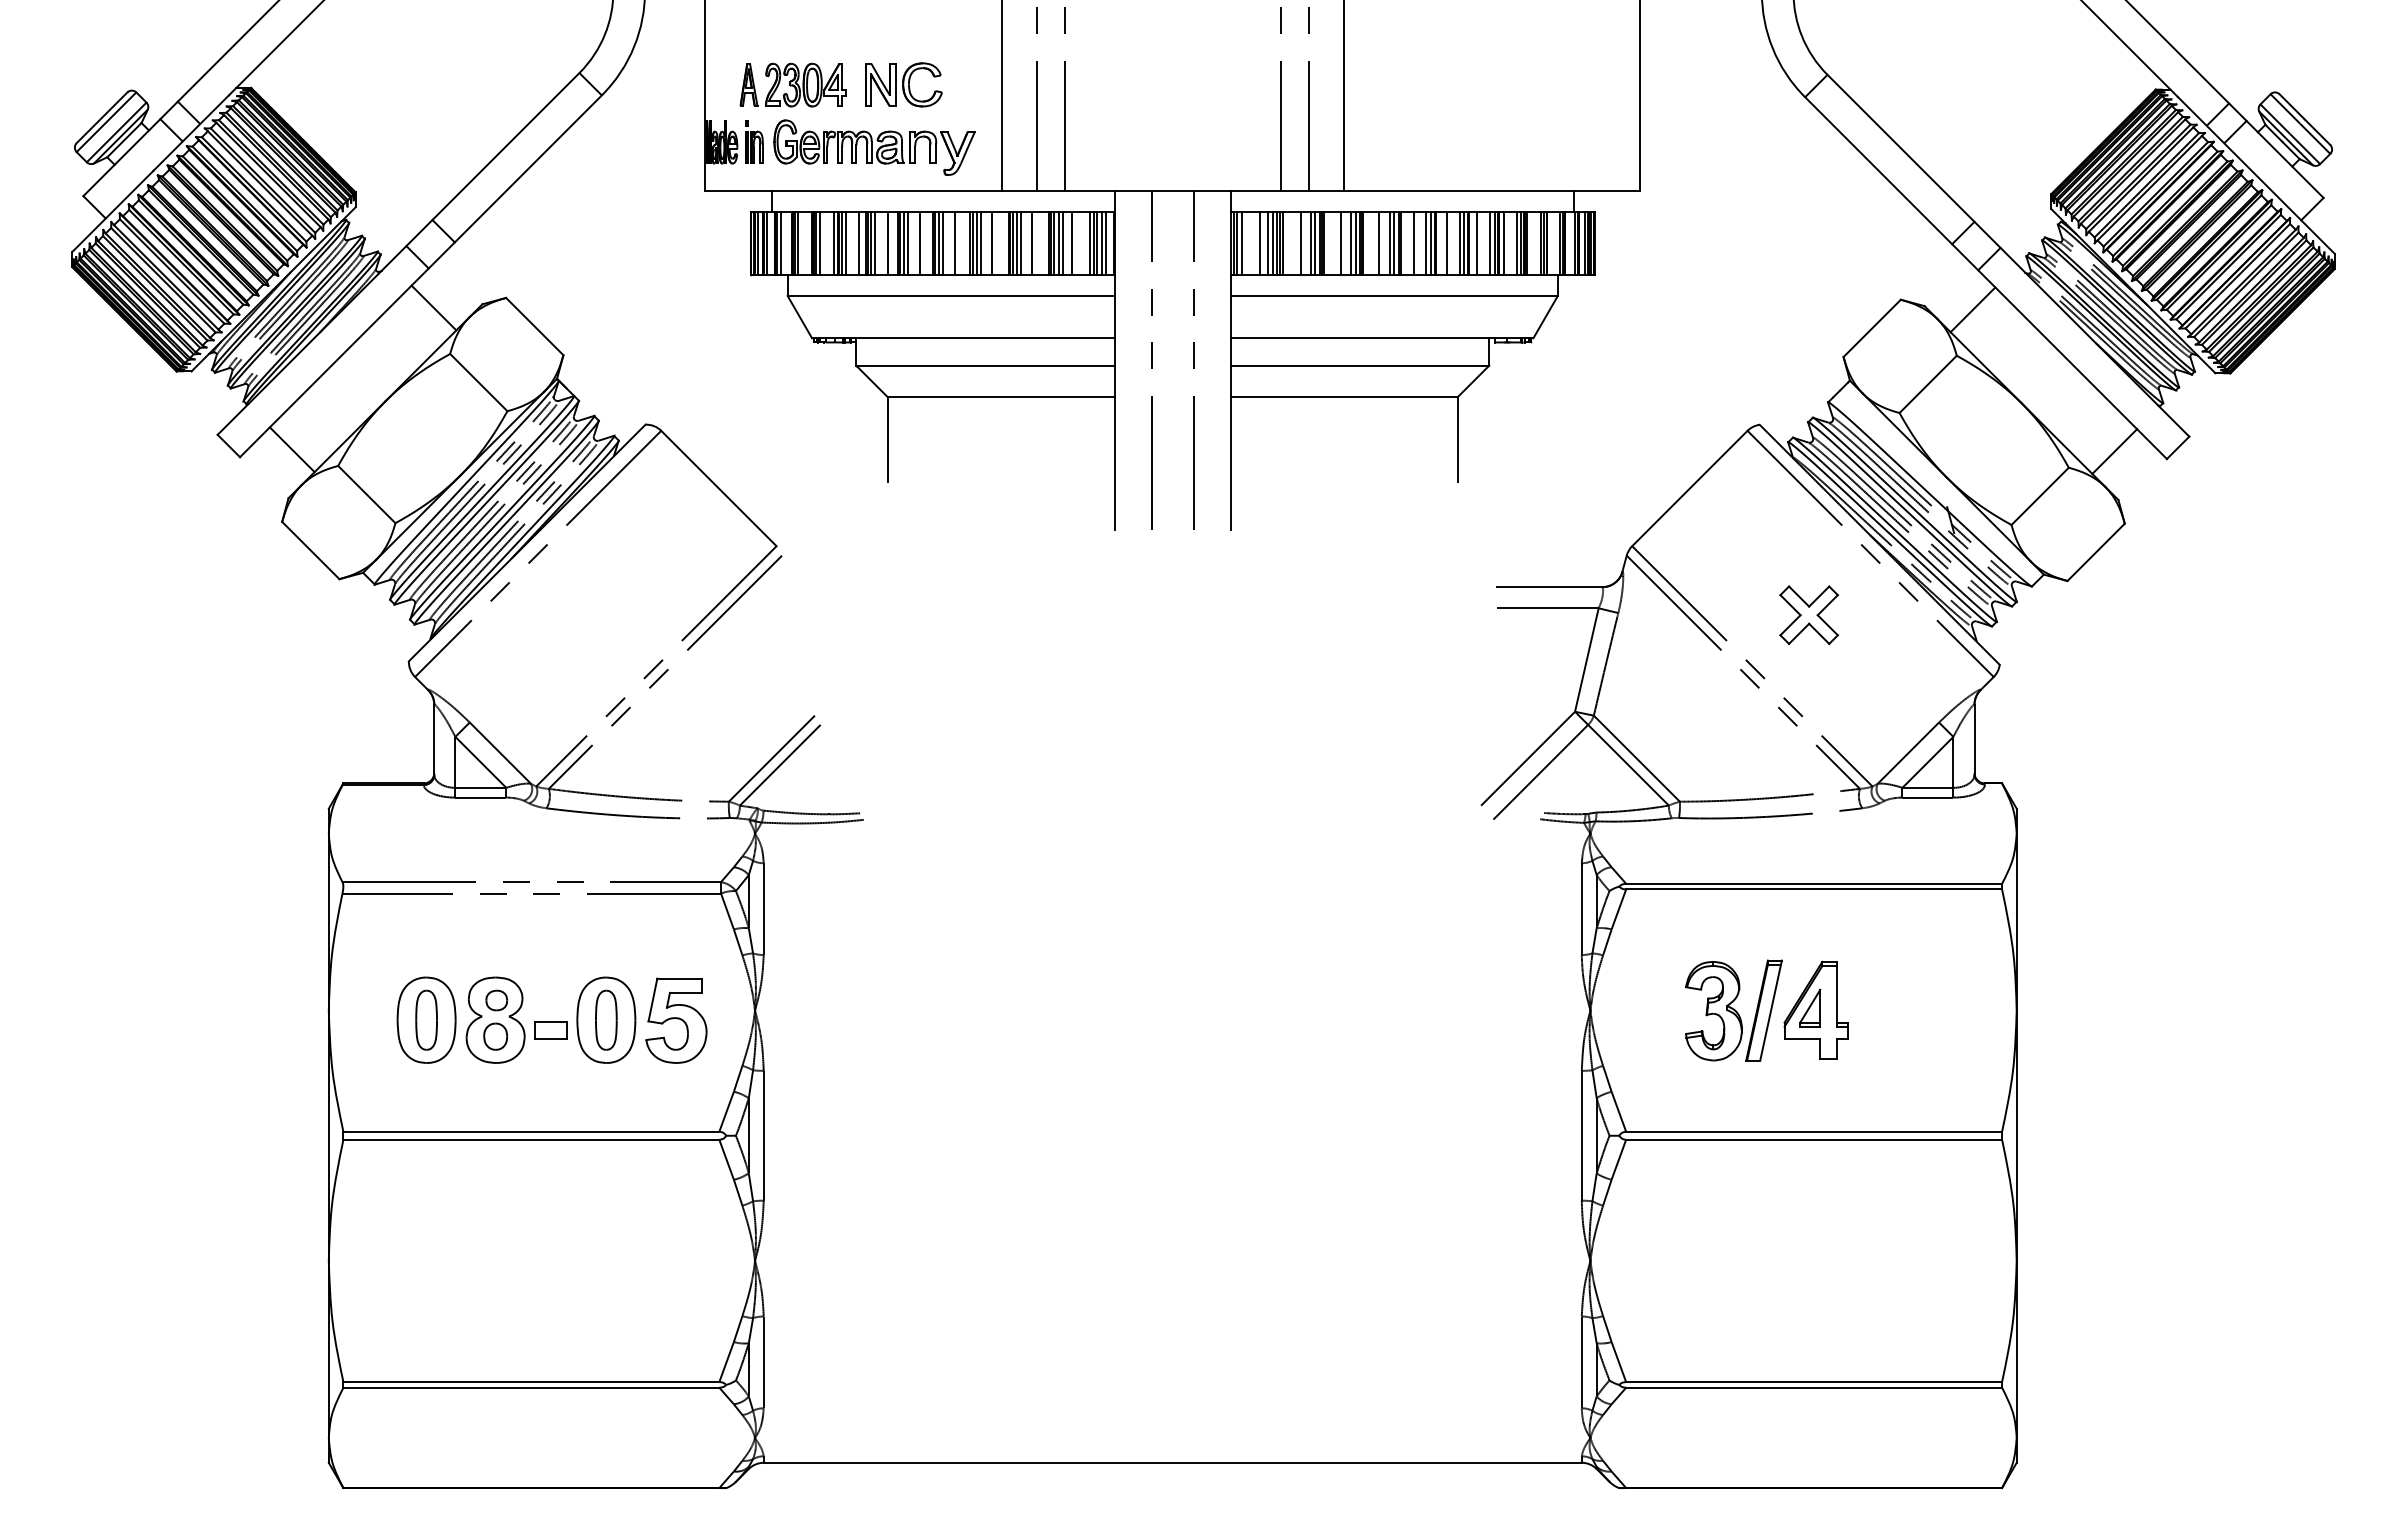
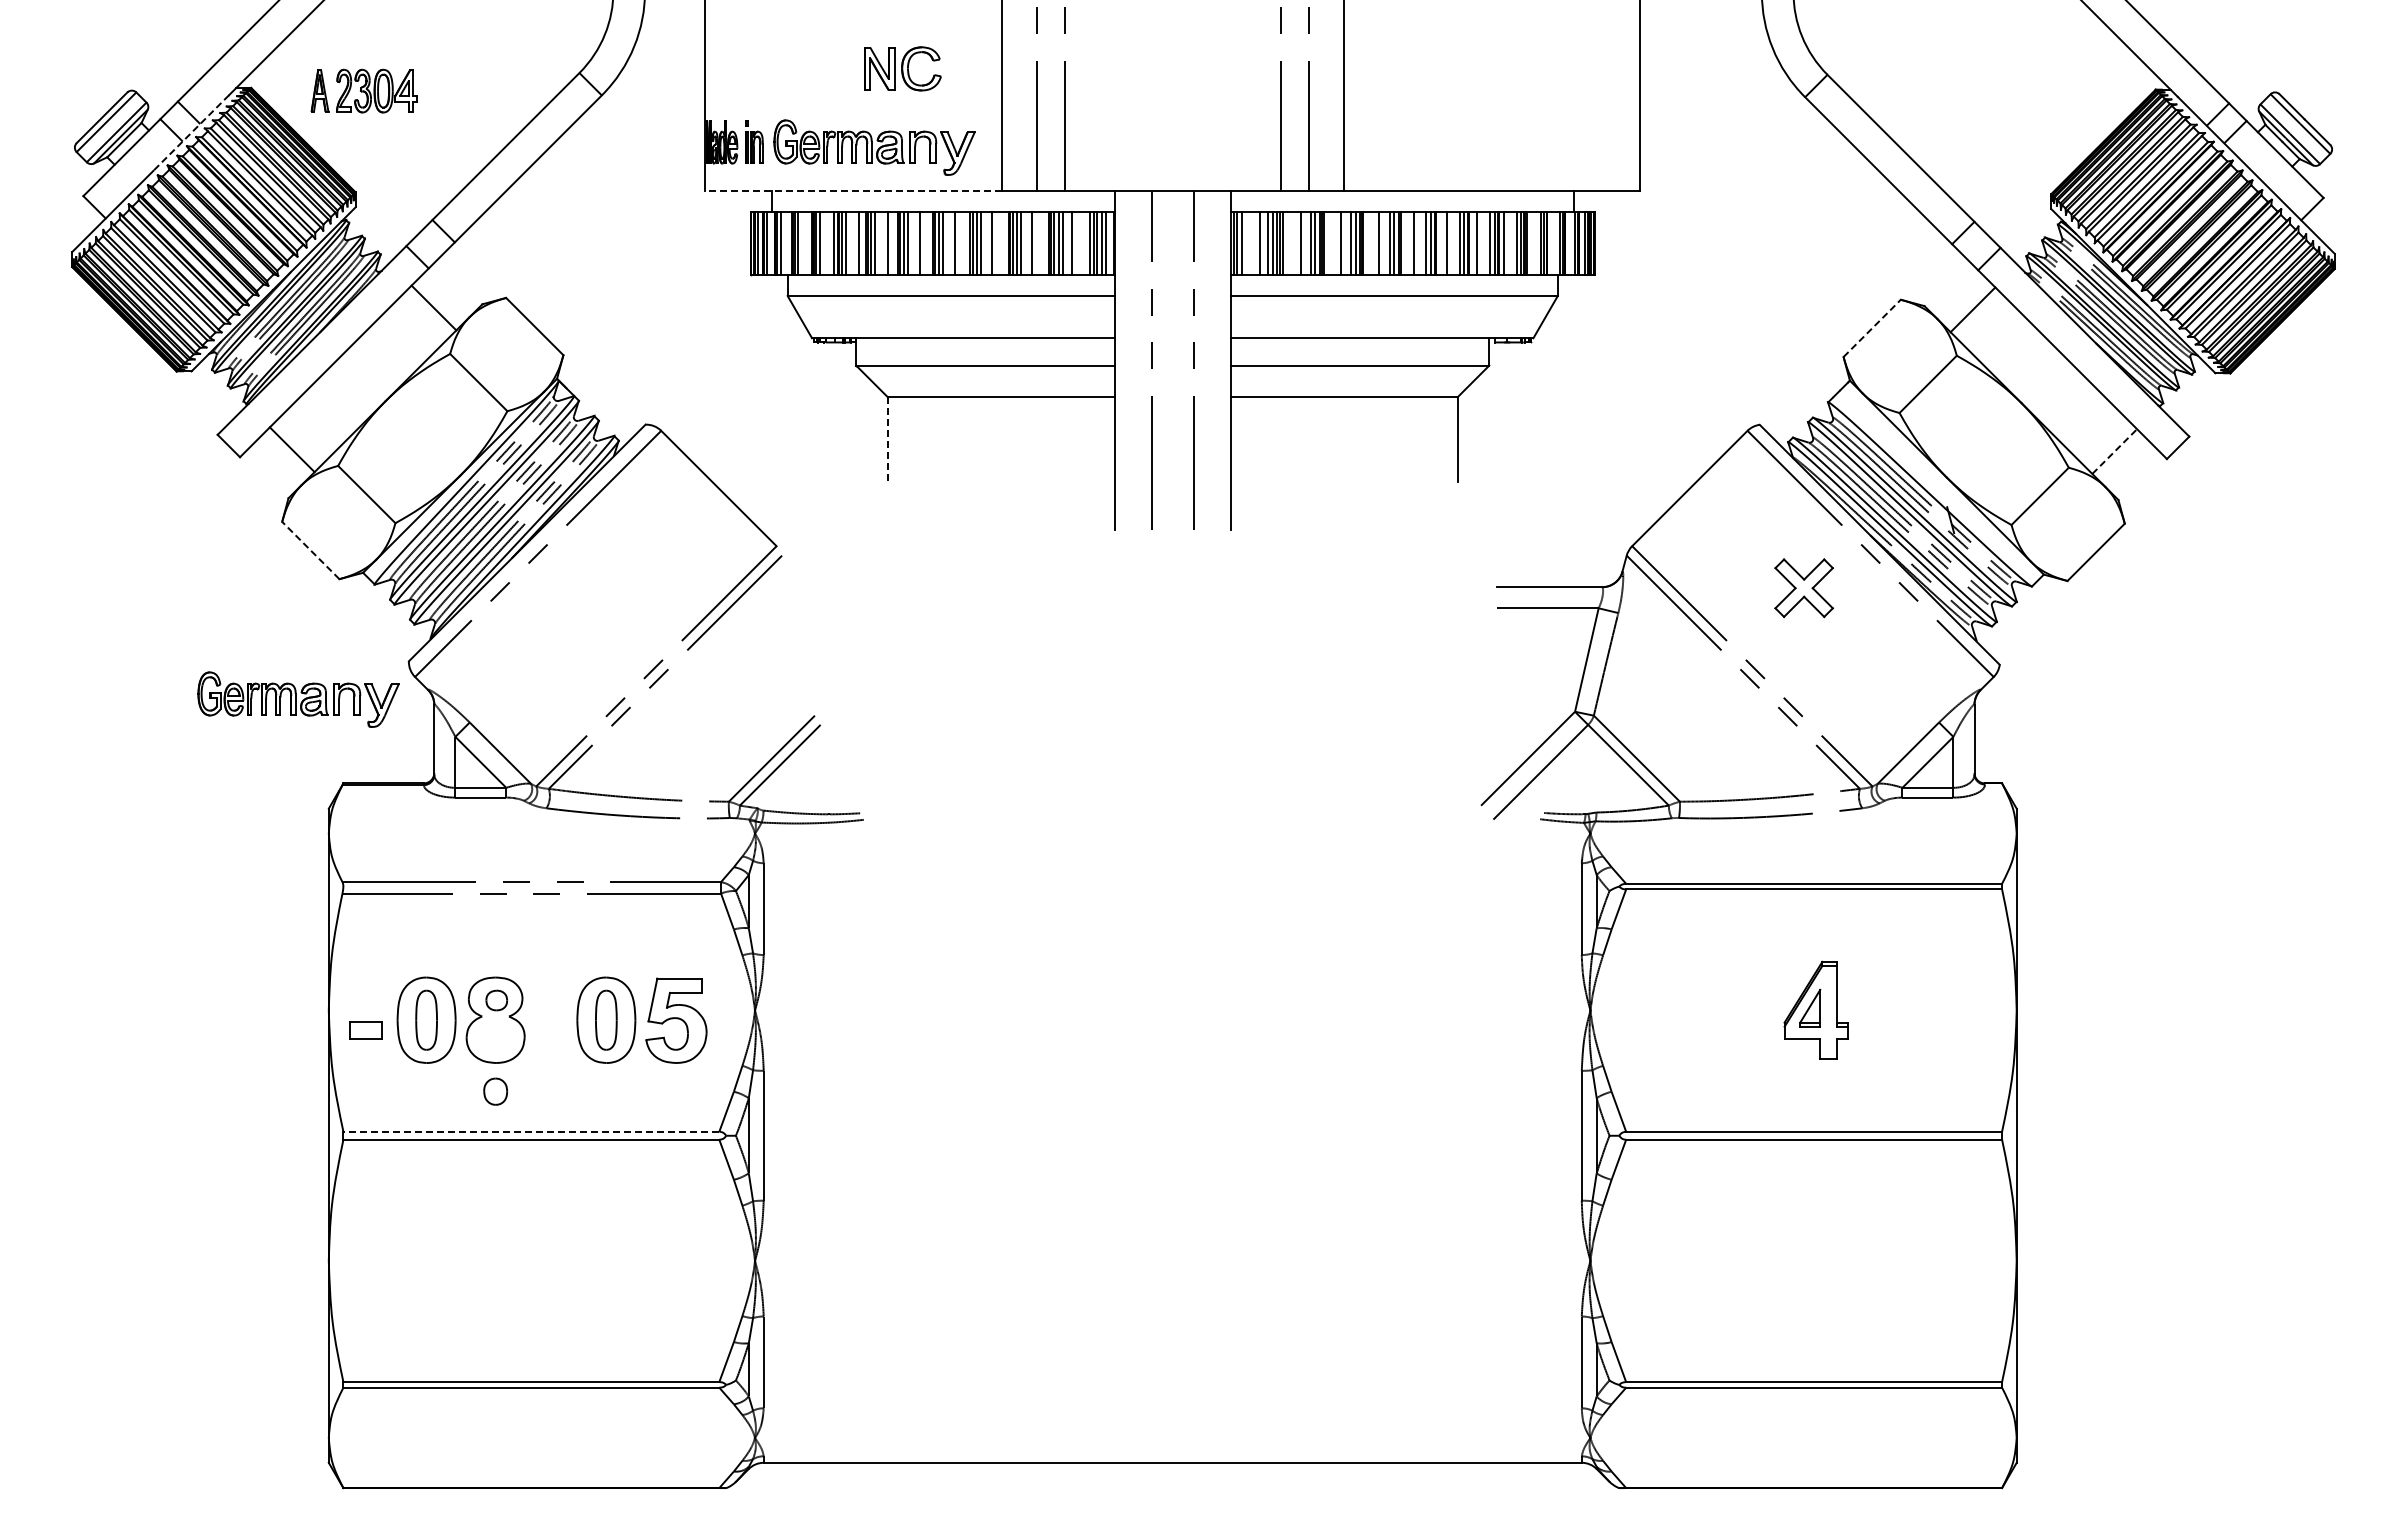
part at (792, 84) position: (792, 84) -> (363, 90)
part at (903, 84) position: (903, 84) -> (902, 68)
line at (191, 132): solid -> dashed
line at (853, 190): solid -> dashed
line at (1872, 328): solid -> dashed
line at (887, 440): solid -> dashed
line at (2114, 451): solid -> dashed
line at (310, 550): solid -> dashed
part at (1808, 615) position: (1808, 615) -> (1803, 588)
part at (298, 699): none -> present
part at (1733, 1010): present -> none
part at (550, 1030) position: (550, 1030) -> (365, 1030)
part at (495, 1036) position: (495, 1036) -> (495, 1091)
line at (531, 1131): solid -> dashed
